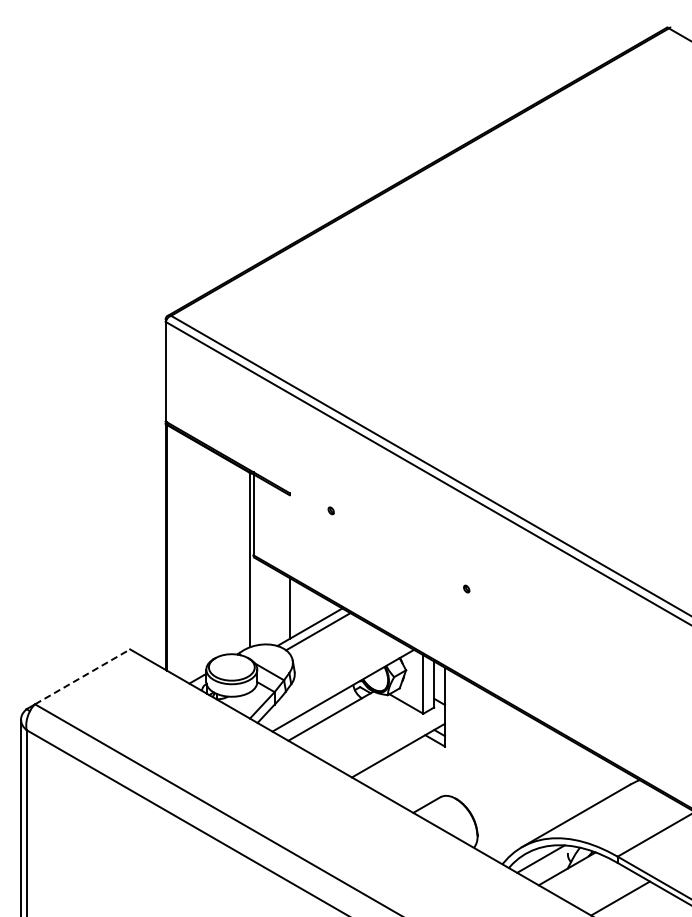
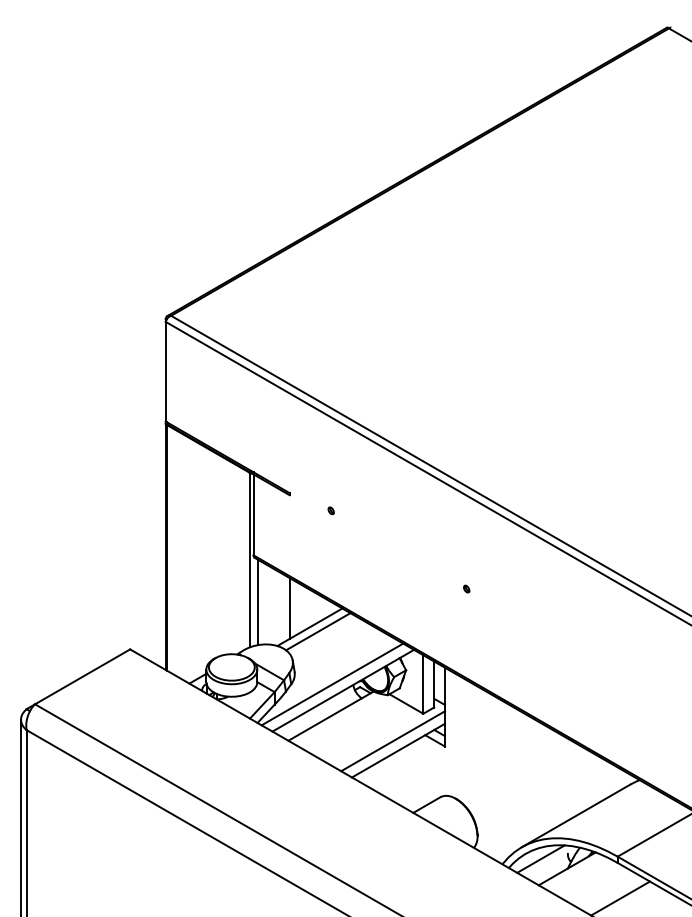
line at (257, 602): none -> present
line at (82, 676): dashed -> solid
line at (332, 684): none -> present
line at (393, 741): none -> present
